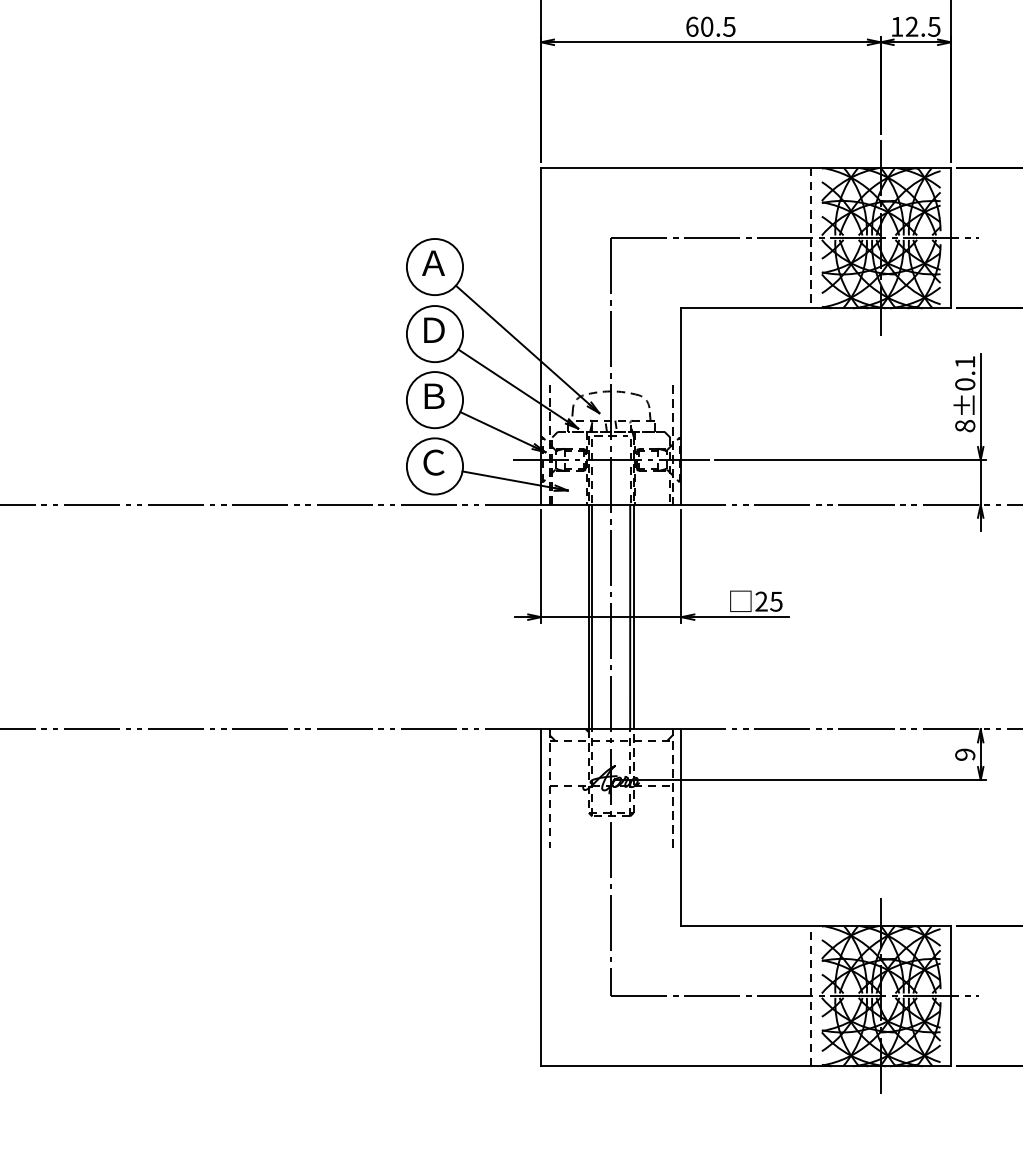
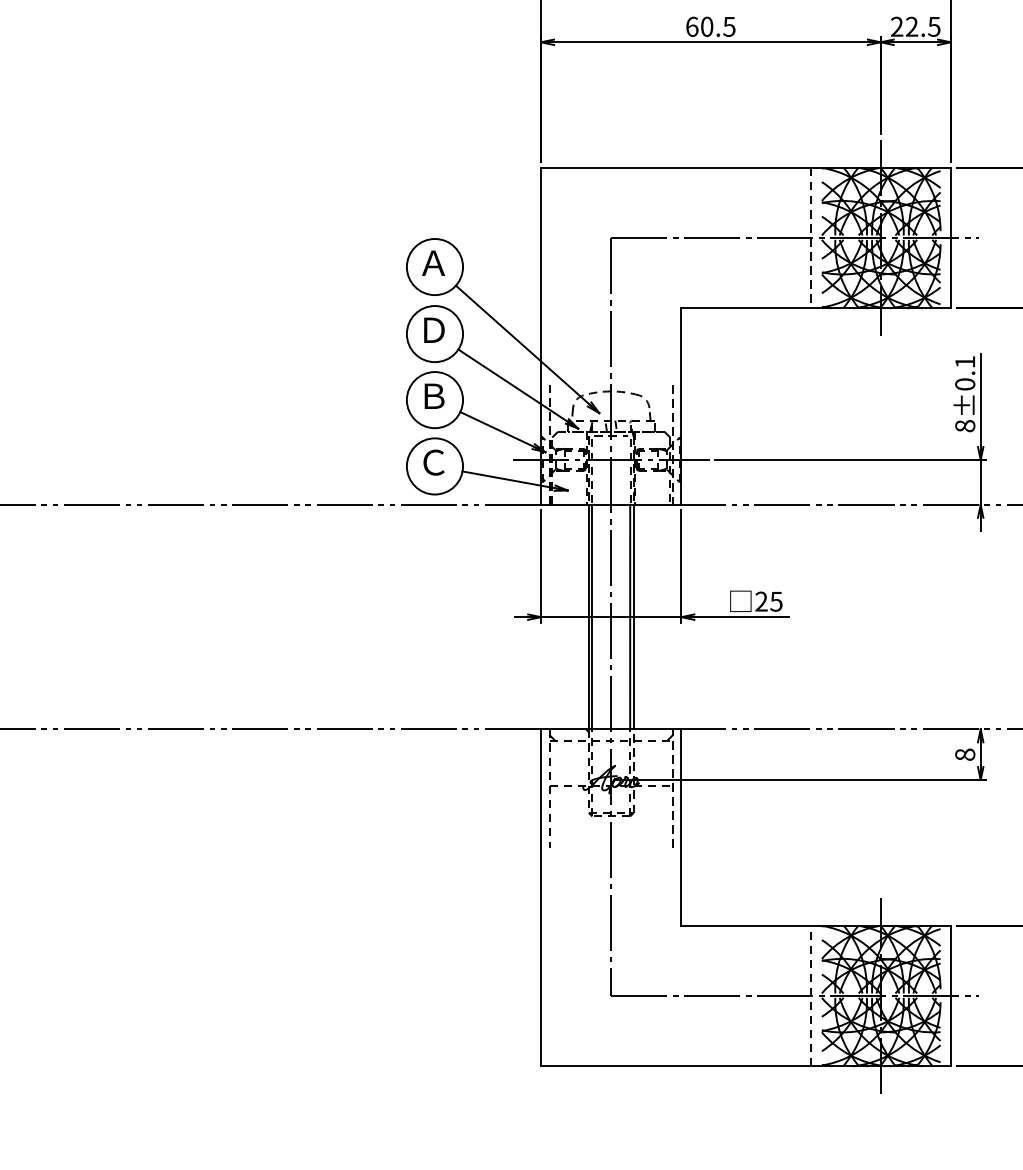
text at (897, 26): 12.5 -> 22.5
text at (965, 754): 9 -> 8
